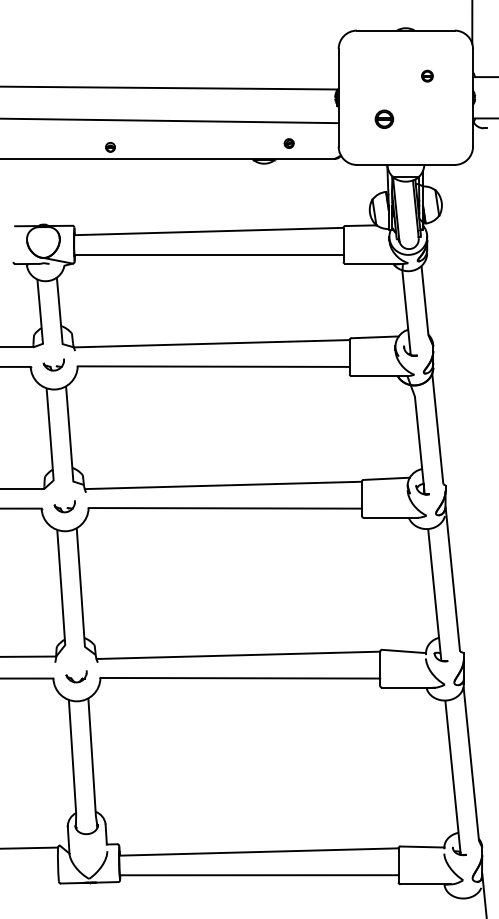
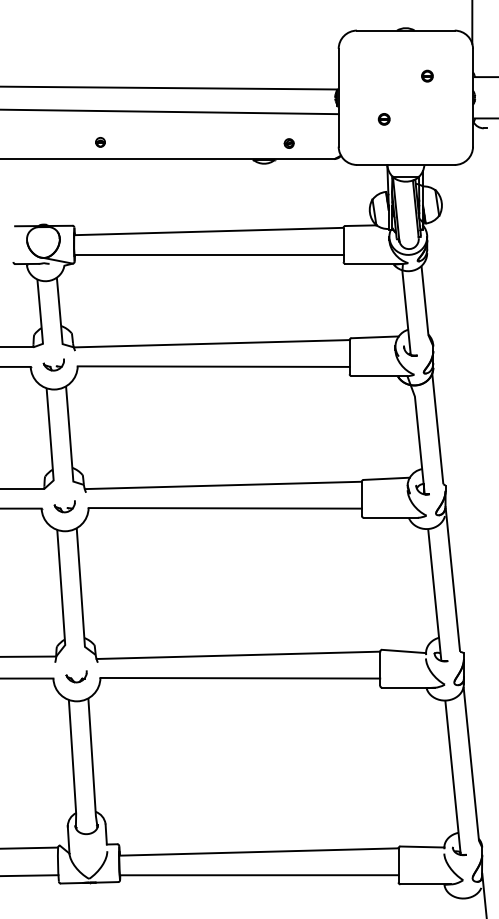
part at (384, 118) size: 21x20 px -> 14x13 px
line at (170, 120) position: (170, 120) -> (170, 111)
part at (110, 147) position: (110, 147) -> (100, 142)
line at (30, 875): none -> present
